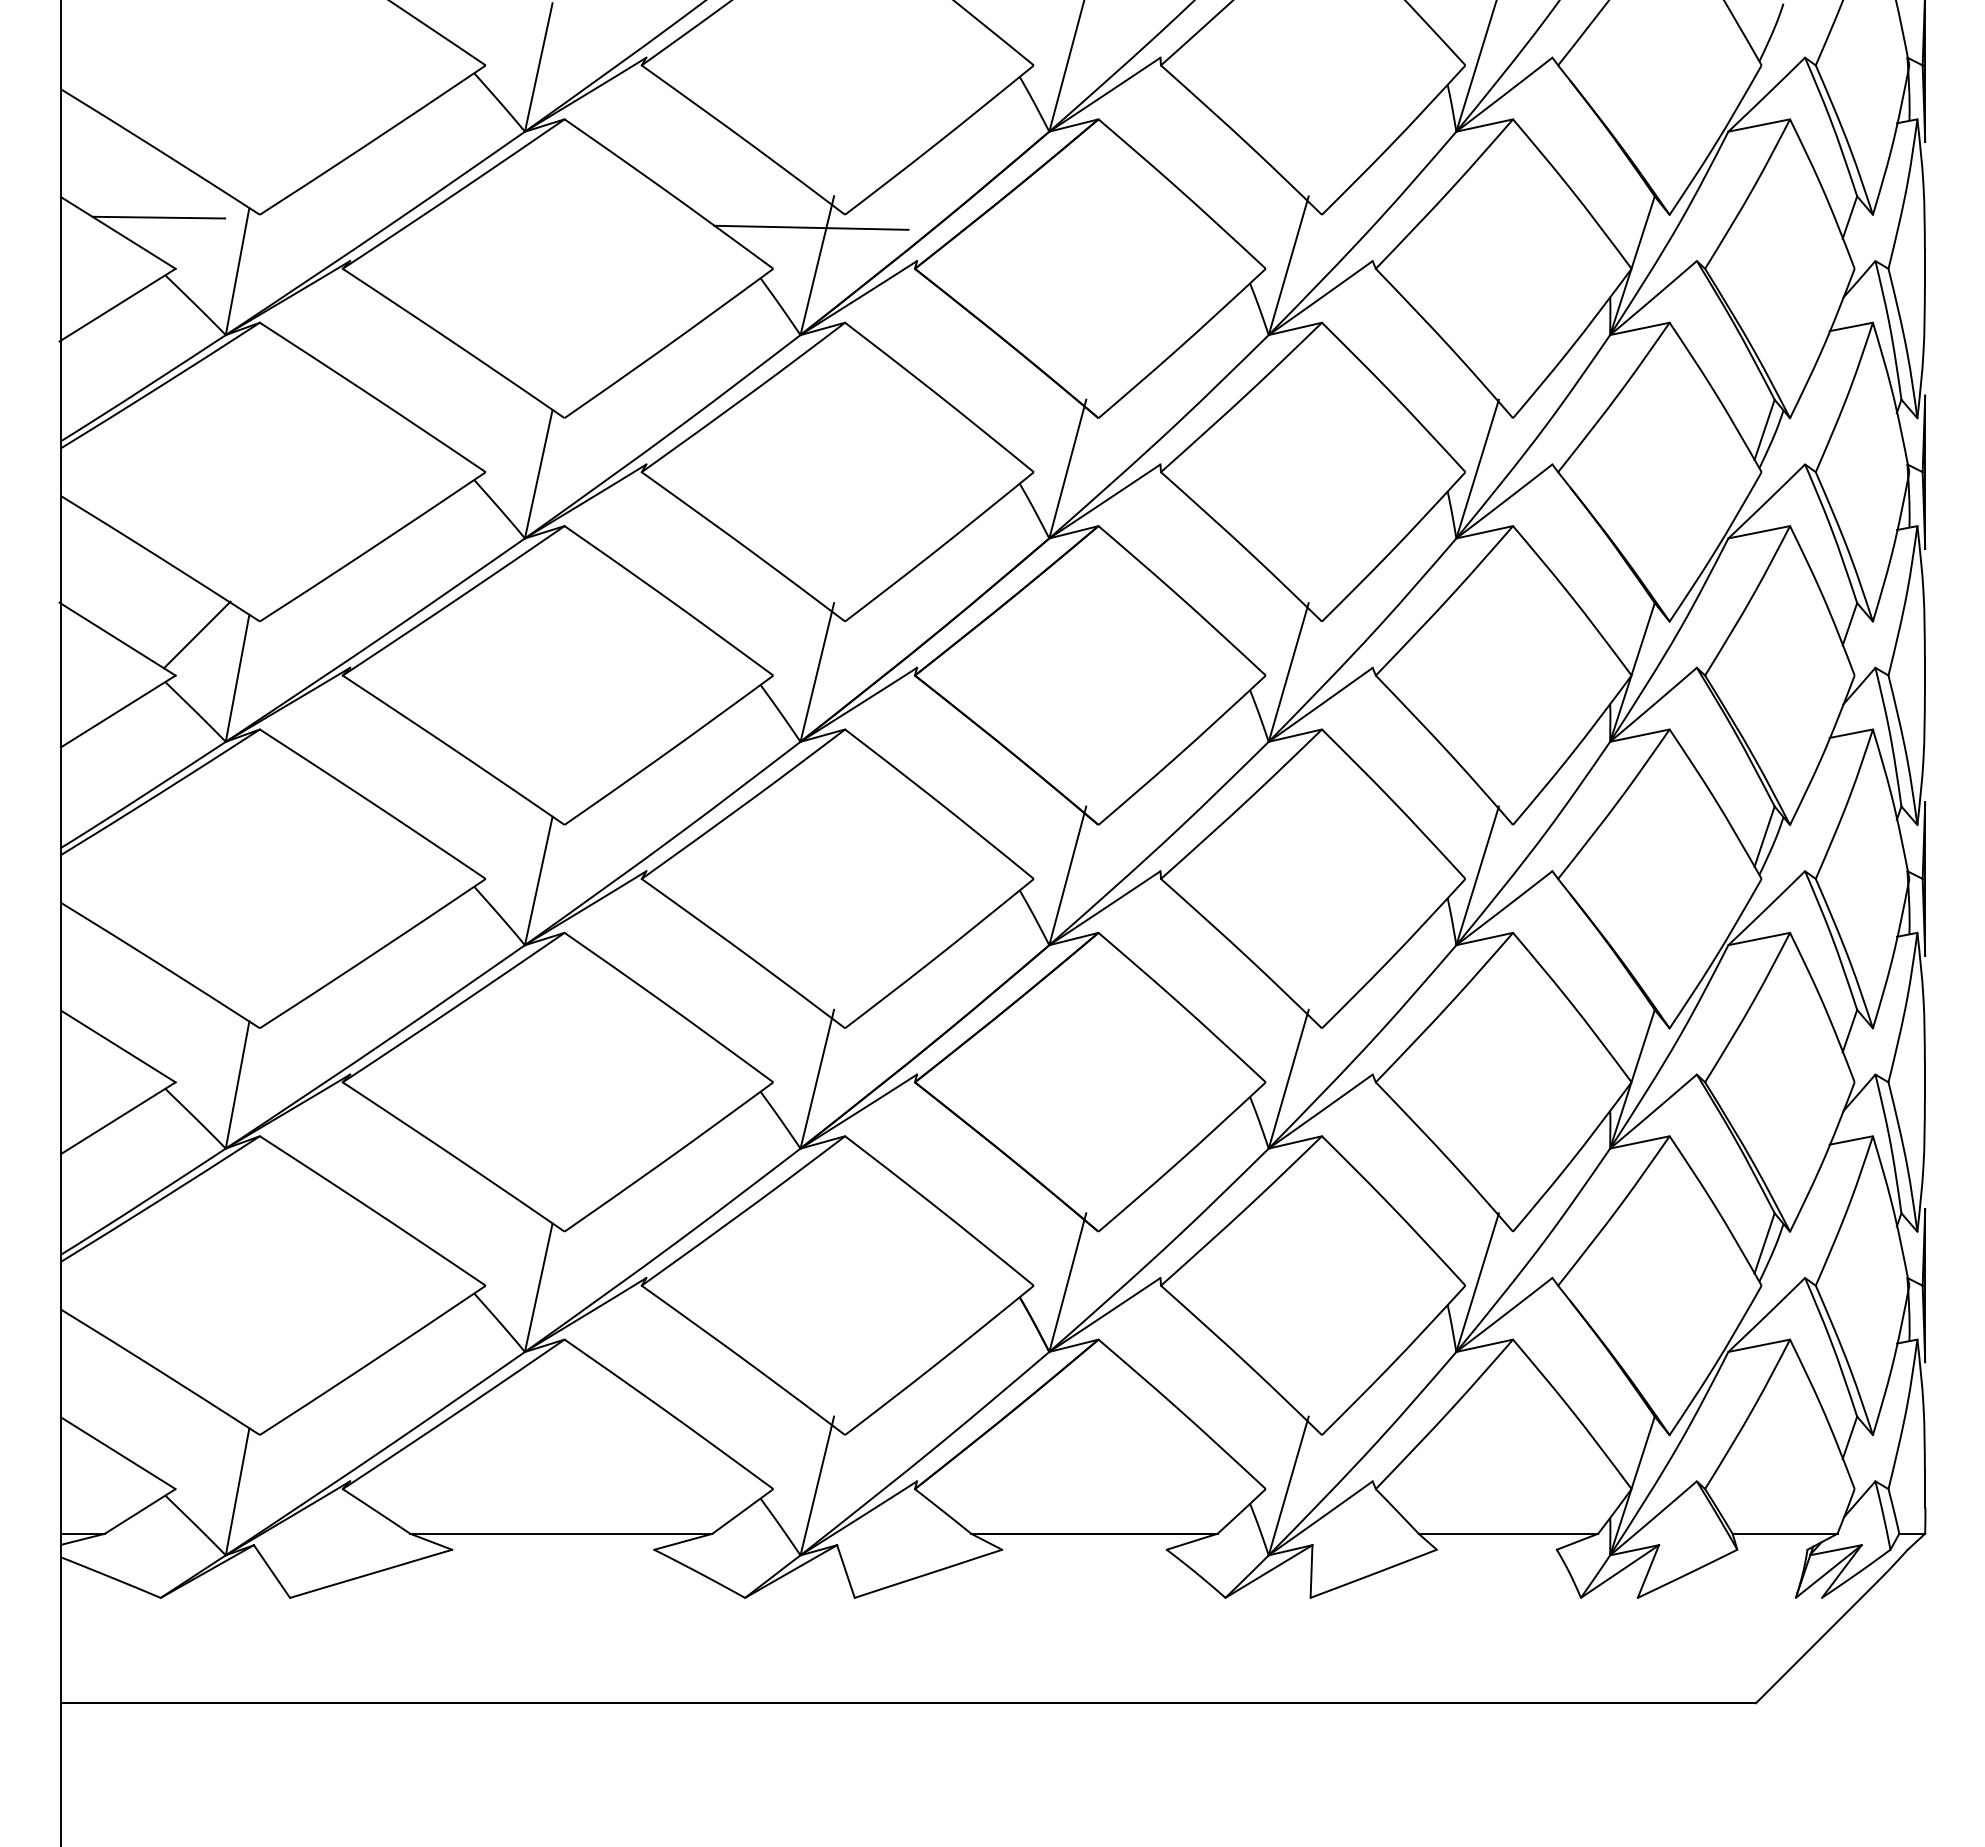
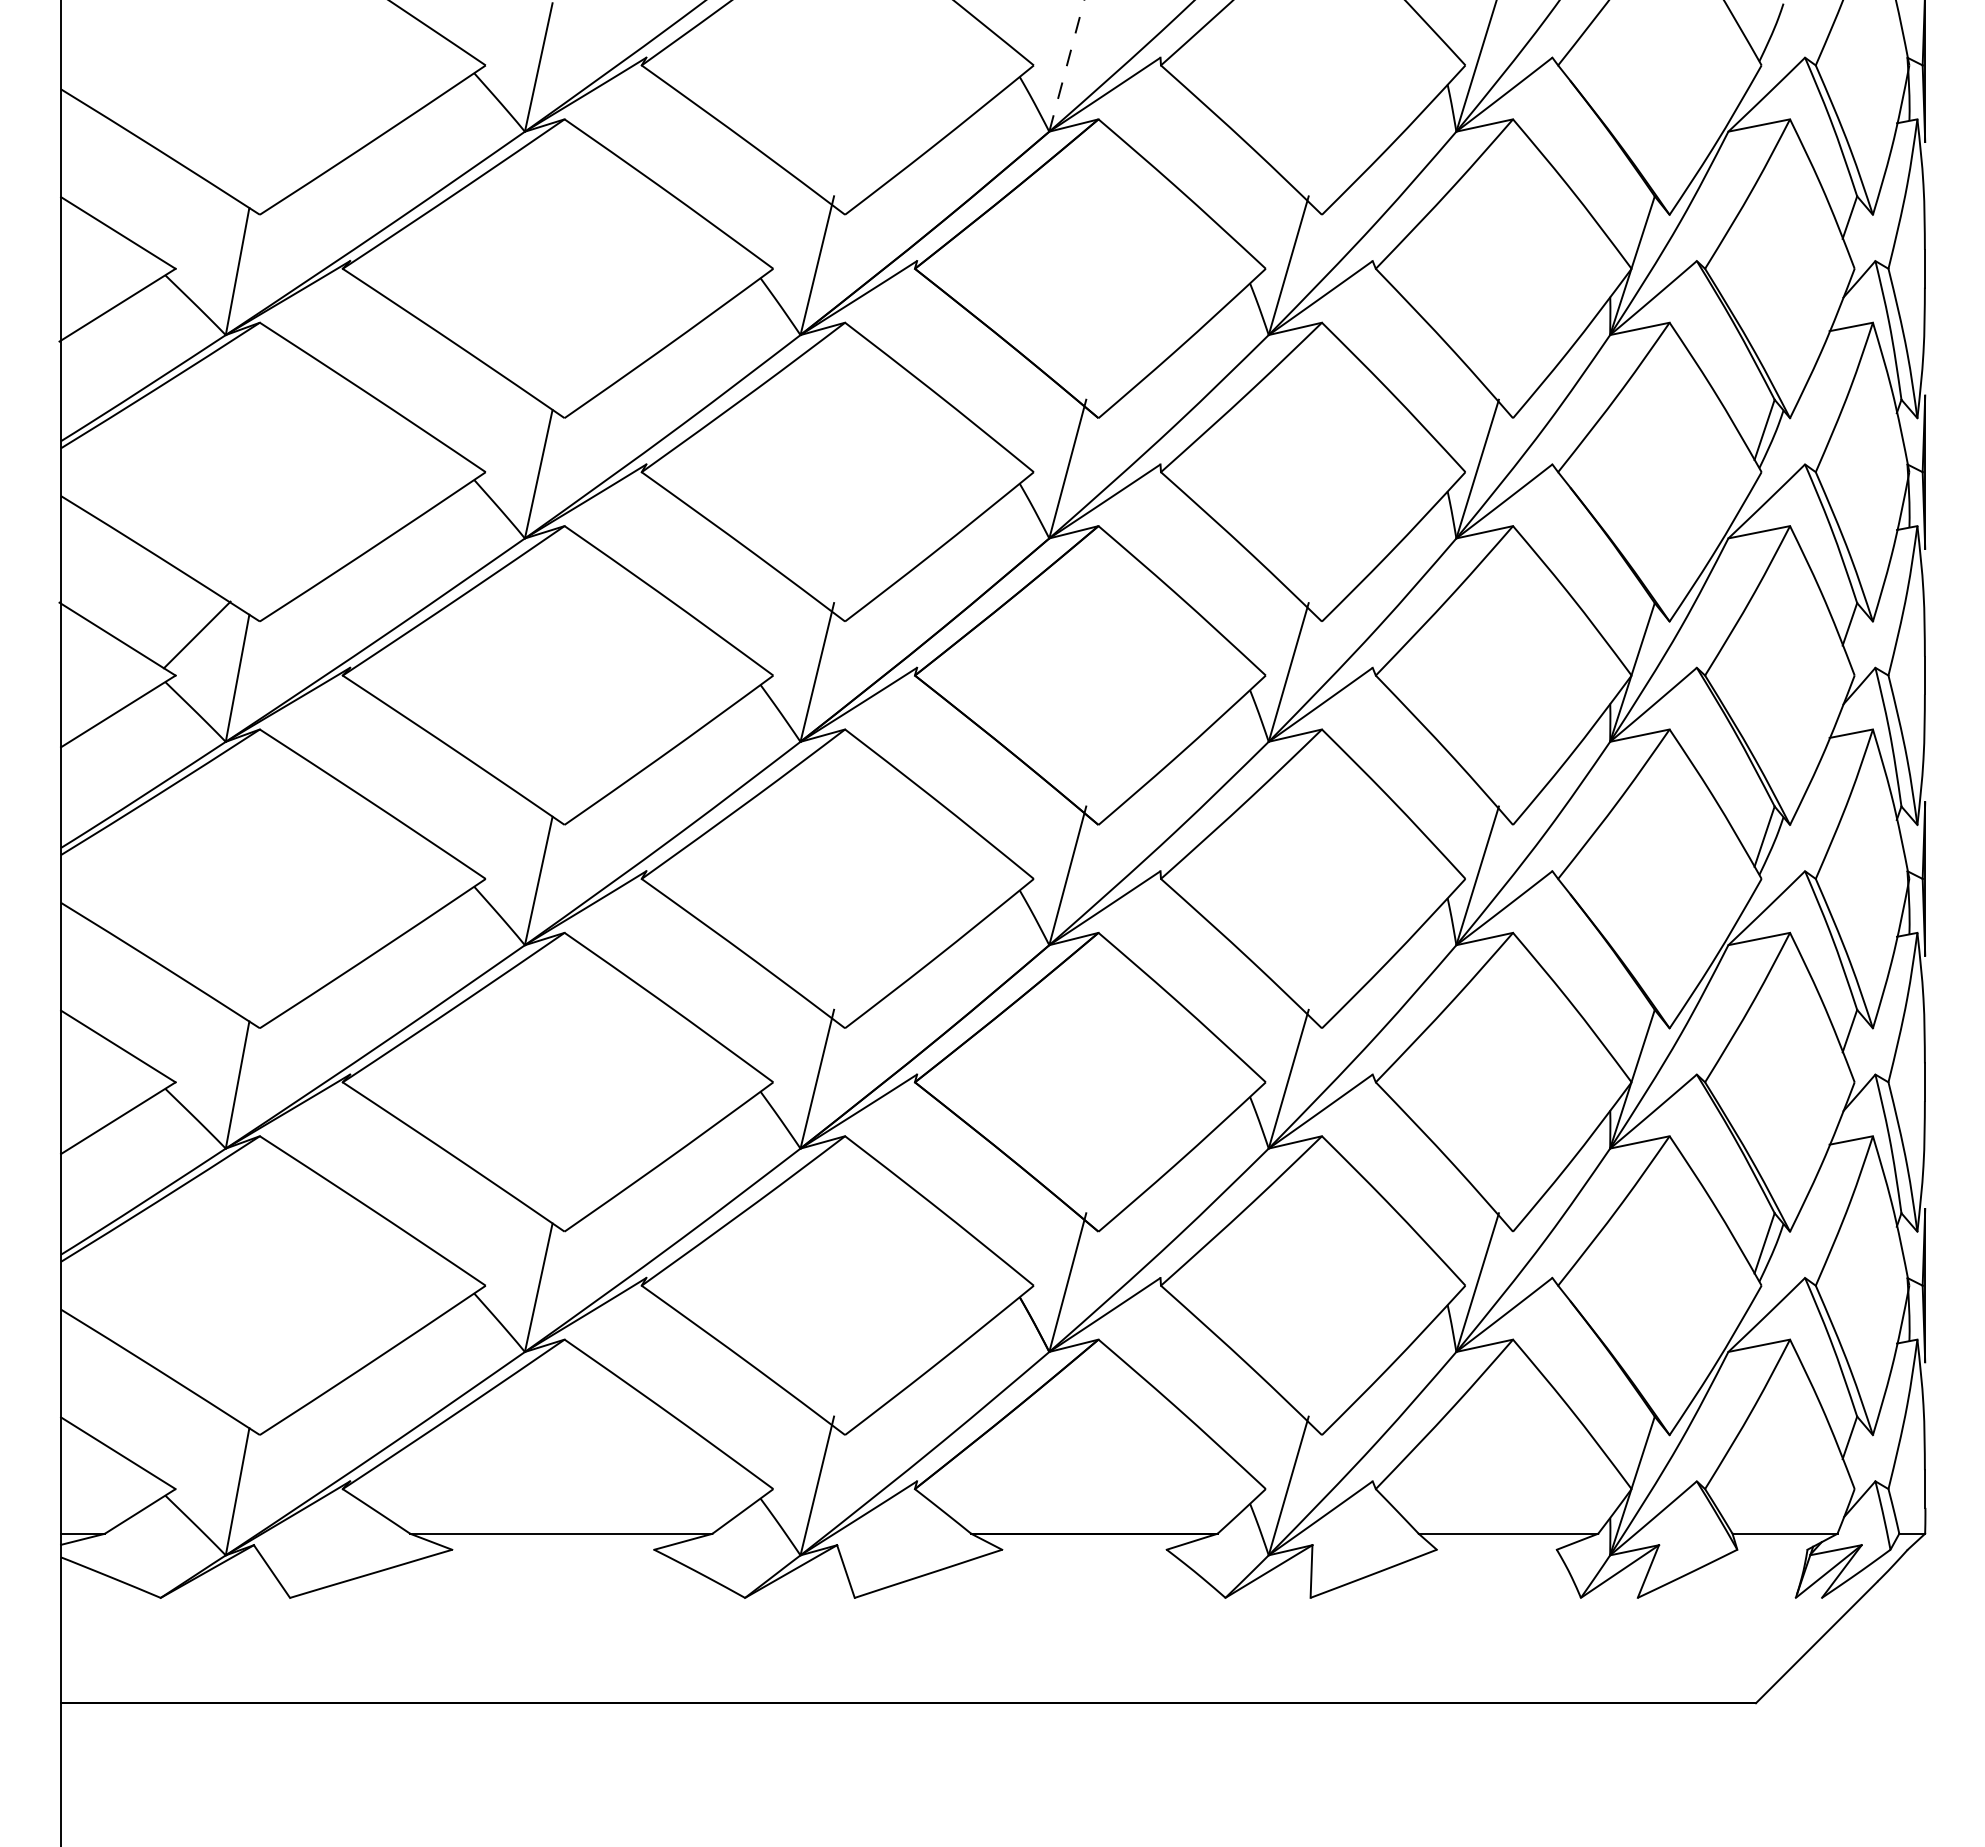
line at (1066, 66): solid -> dashed
line at (158, 217): present -> none
line at (811, 227): present -> none
